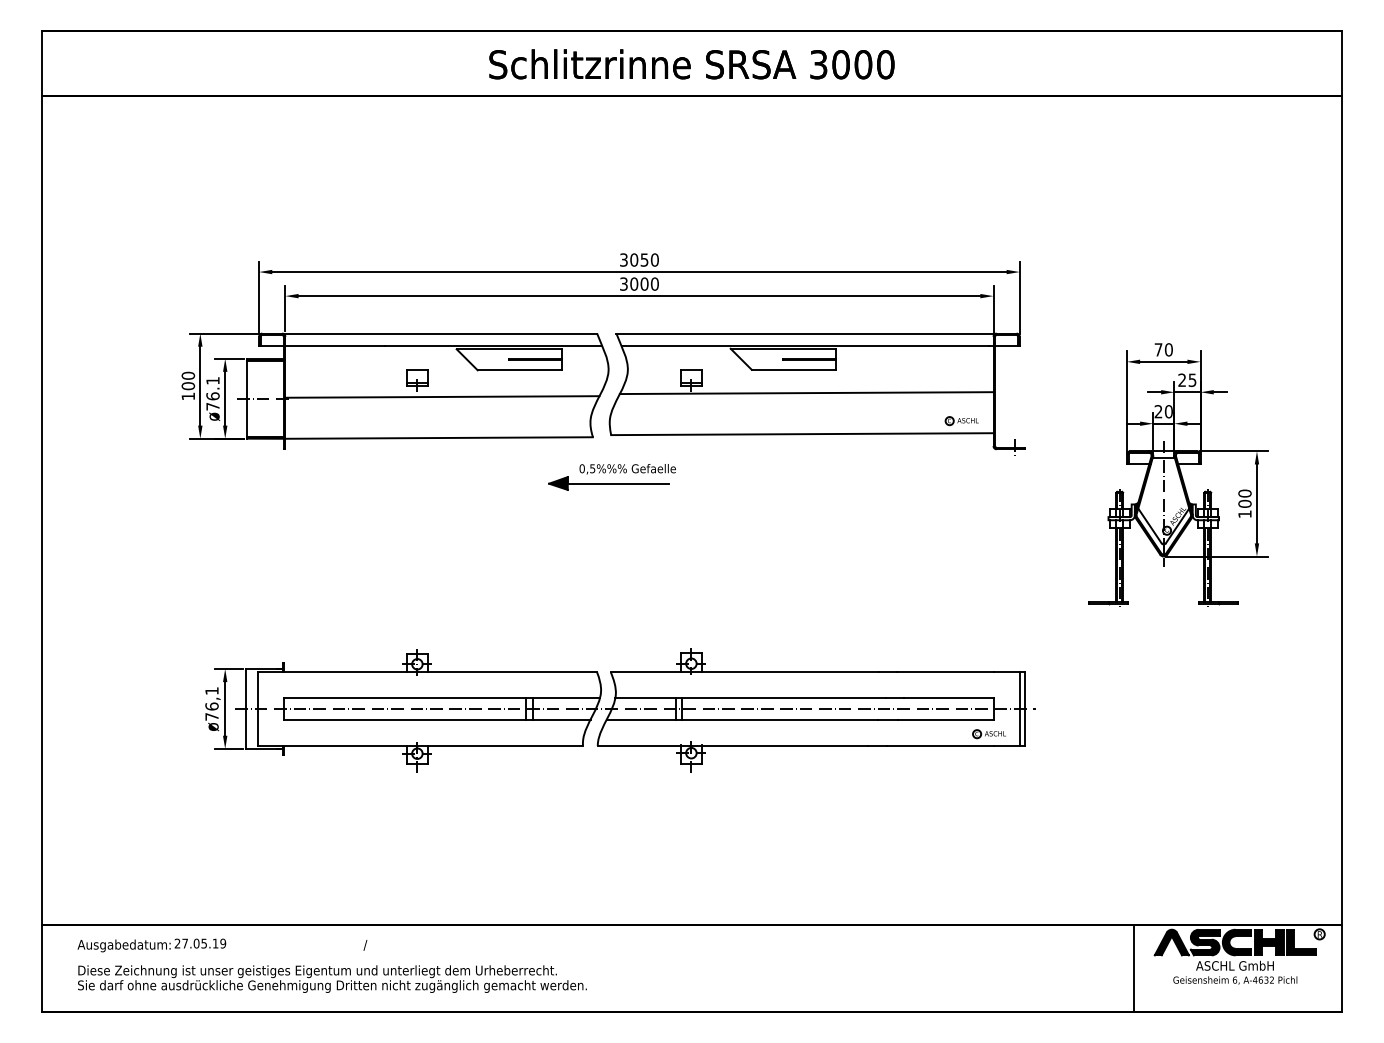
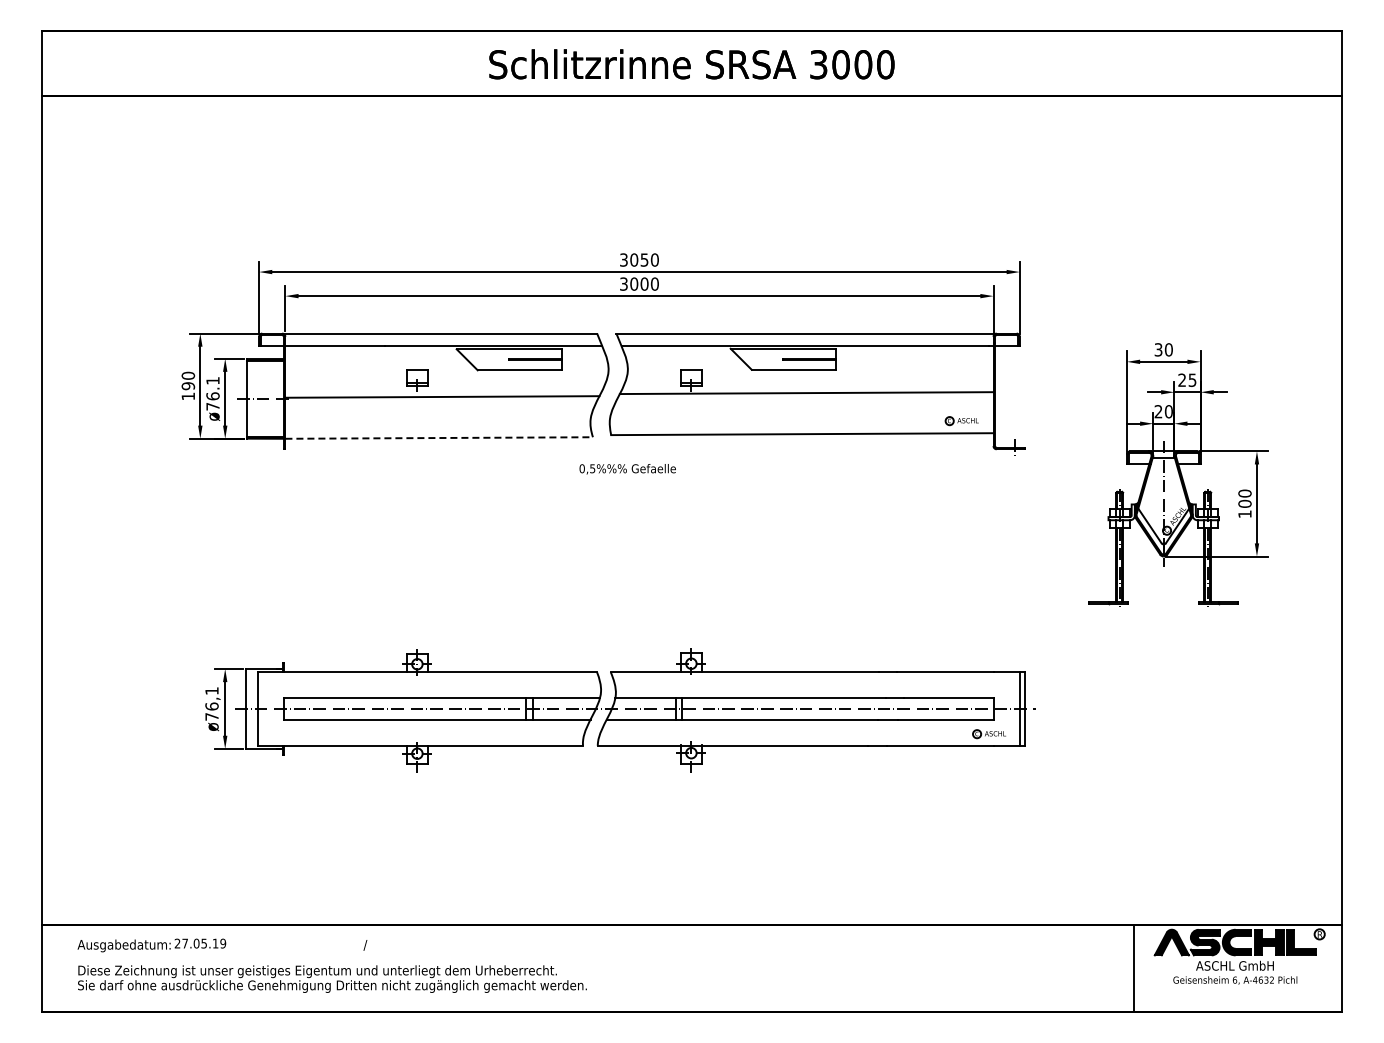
text at (1158, 349): 70 -> 30
text at (188, 386): 100 -> 190
line at (439, 438): solid -> dashed
part at (608, 483): present -> none
